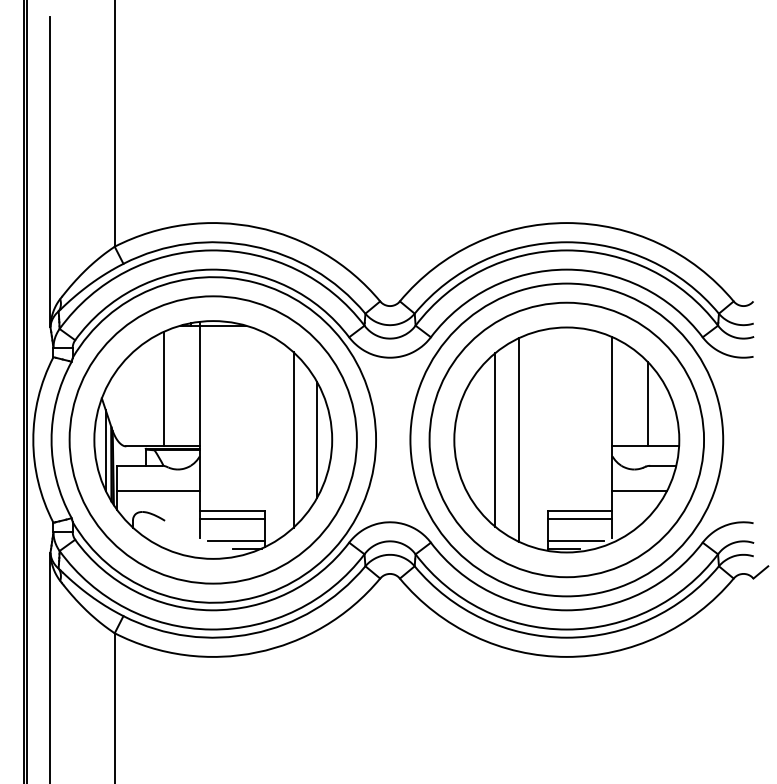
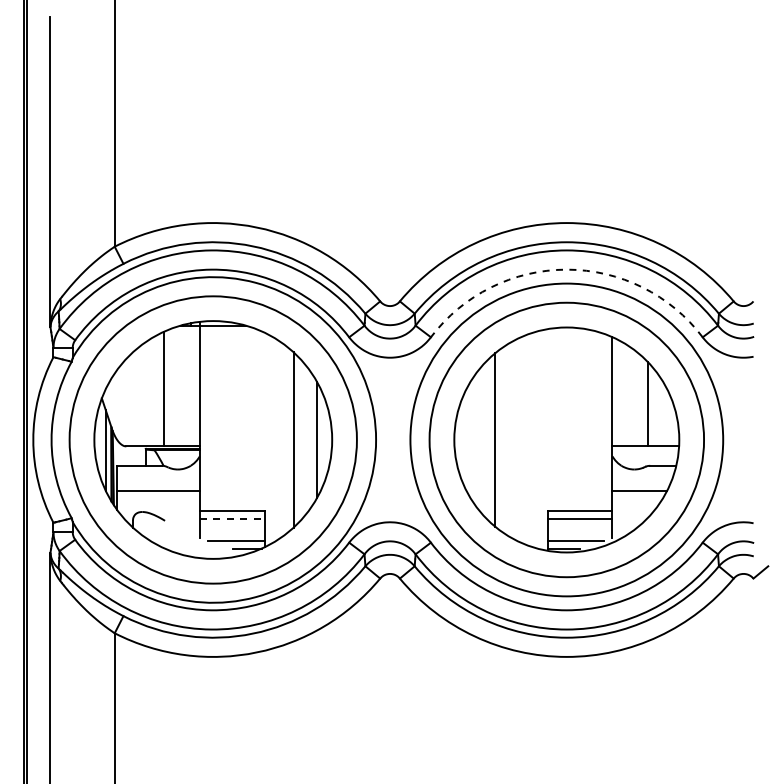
arc at (566, 269): solid -> dashed
line at (518, 439): present -> none
line at (232, 518): solid -> dashed
